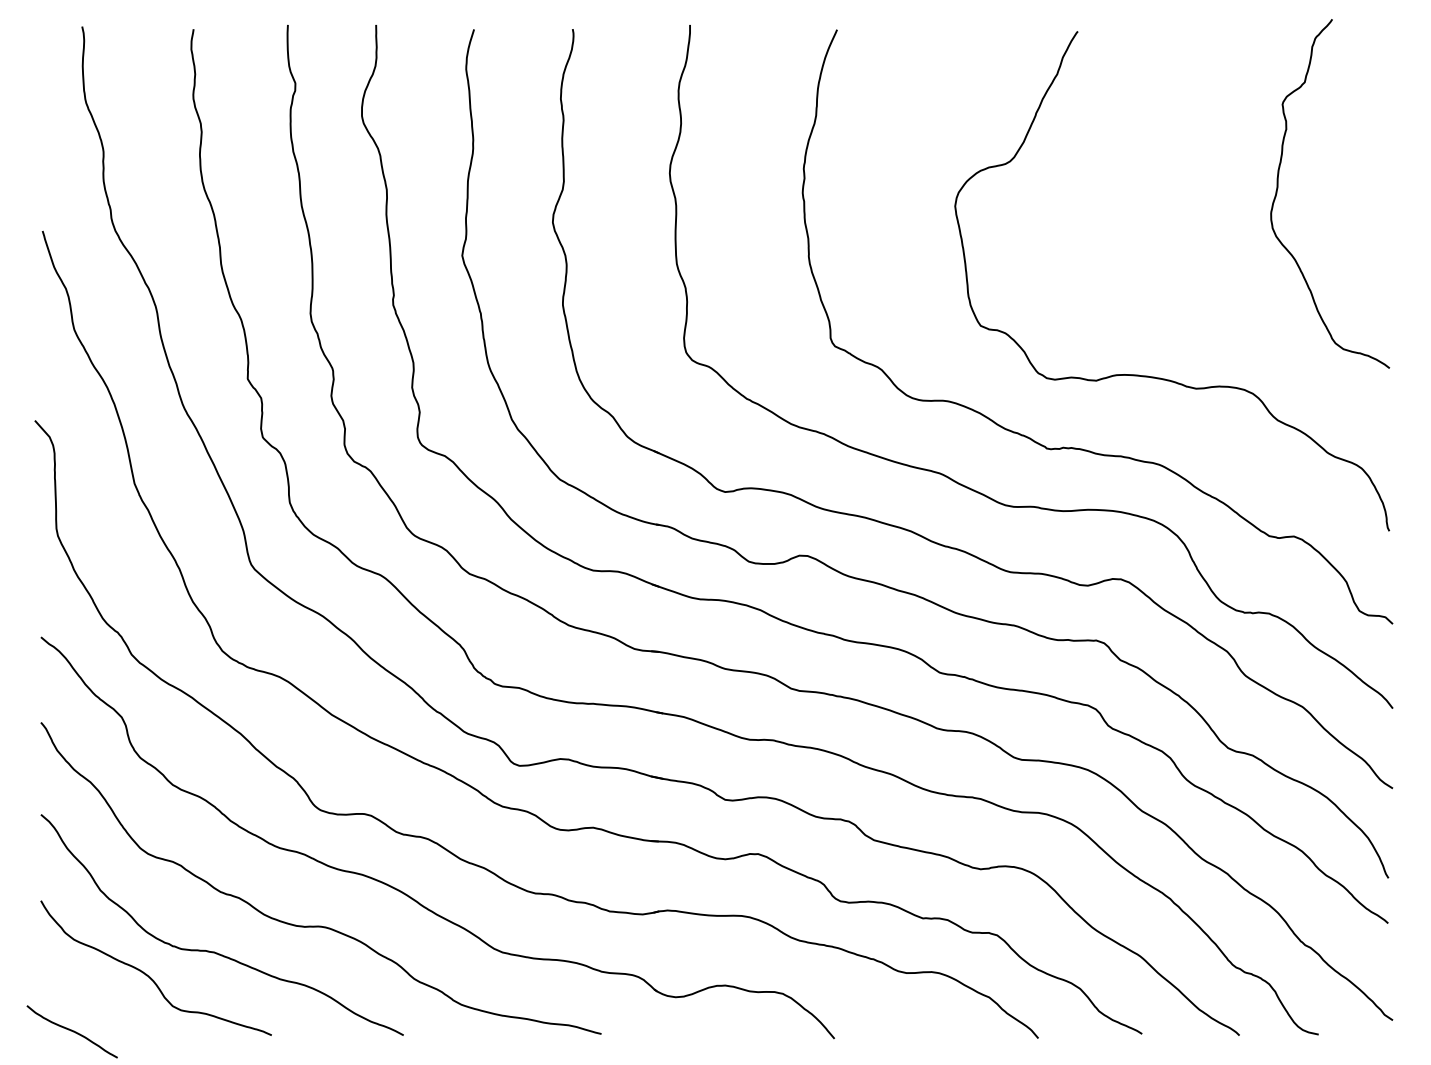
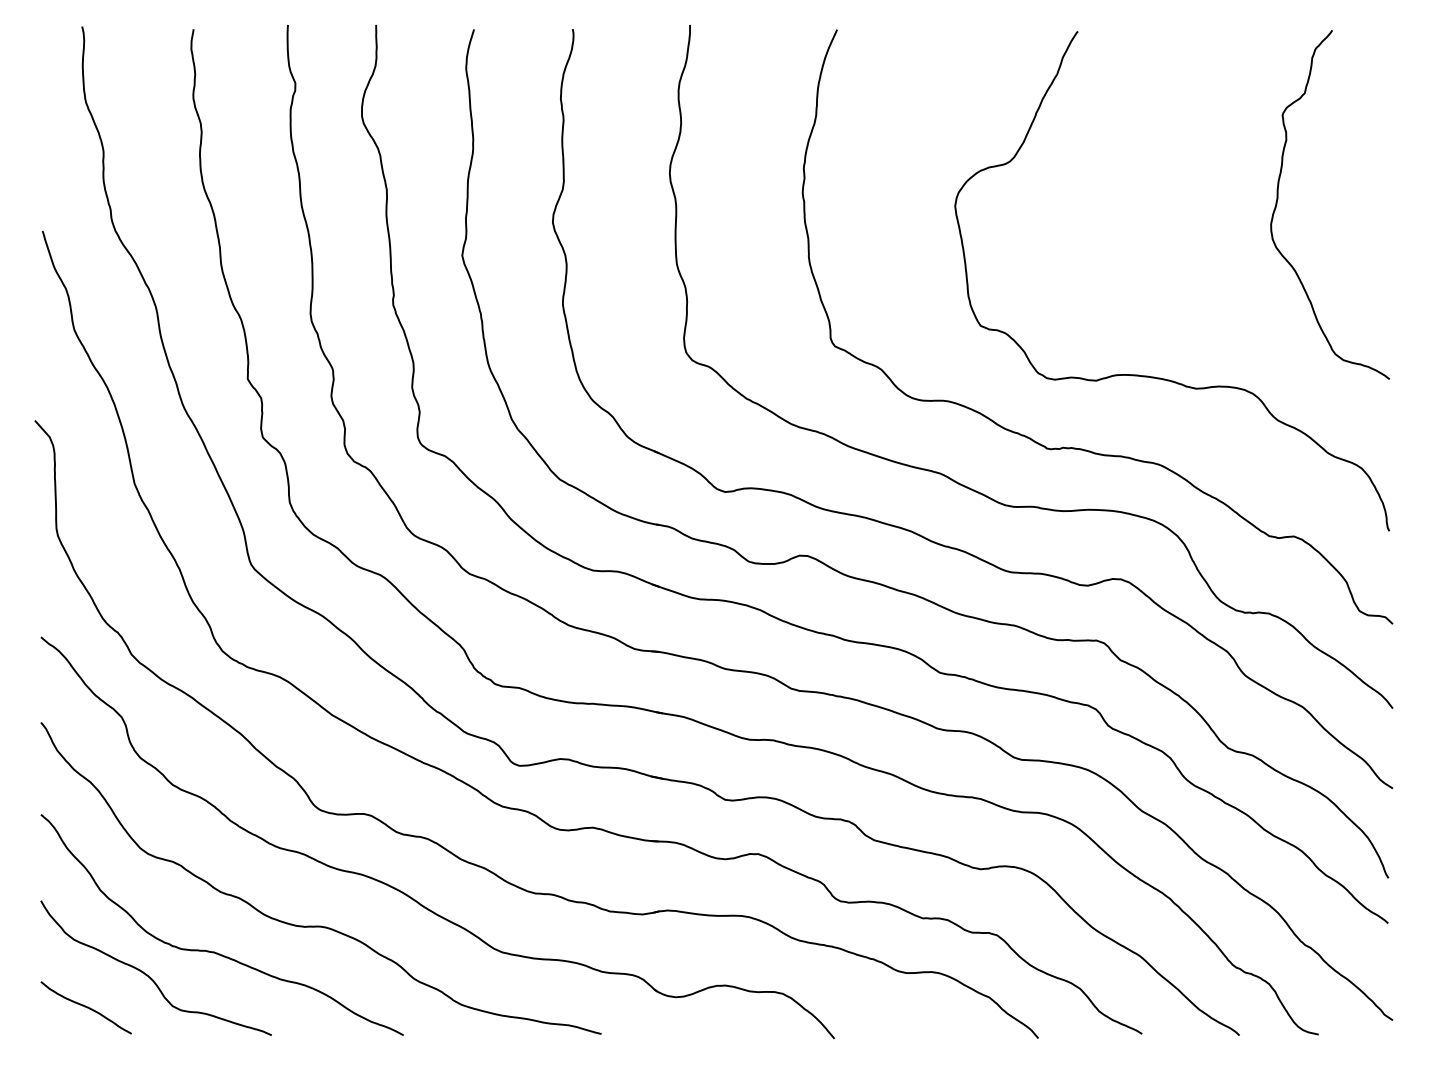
curve at (1278, 188) position: (1278, 188) -> (1278, 199)
curve at (71, 1031) position: (71, 1031) -> (85, 1007)
